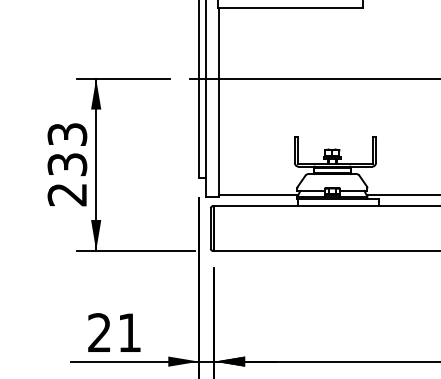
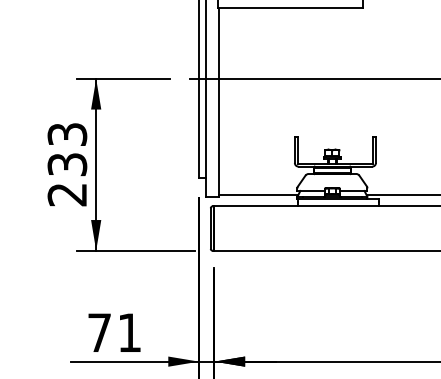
text at (99, 332): 21 -> 71
